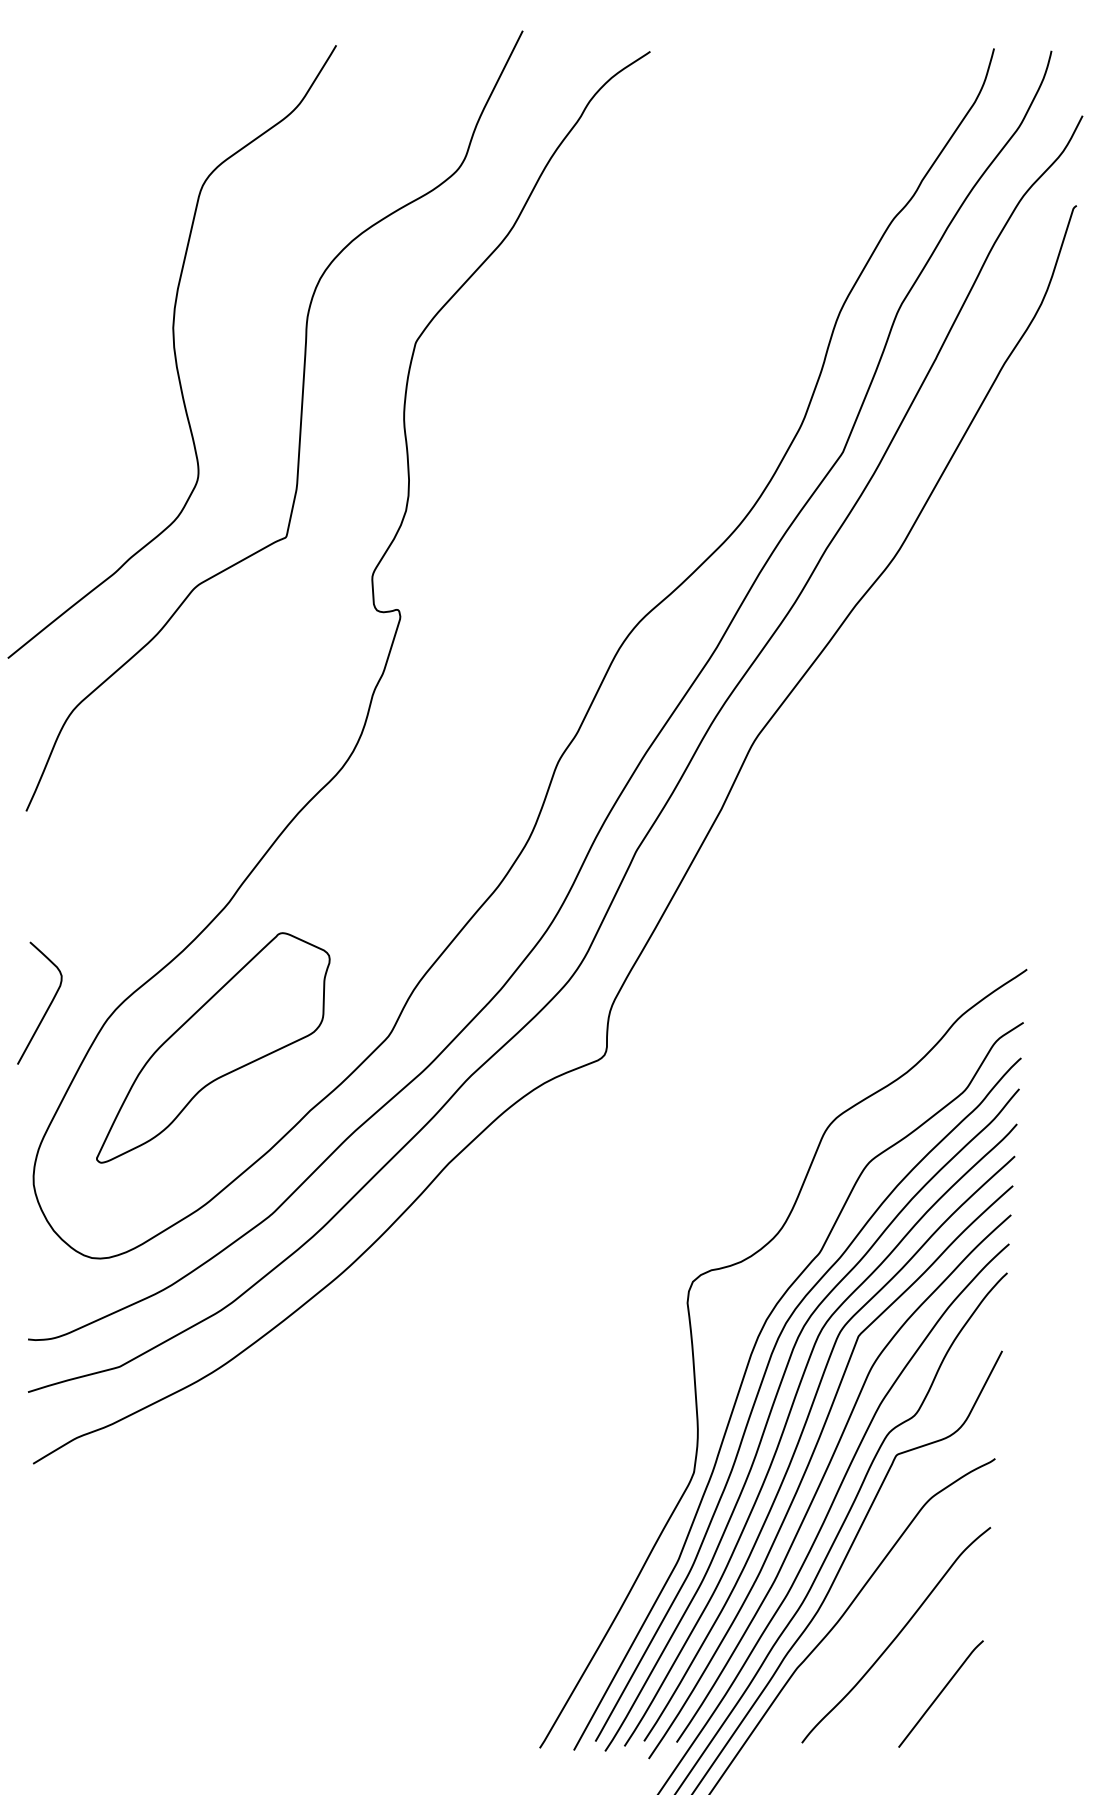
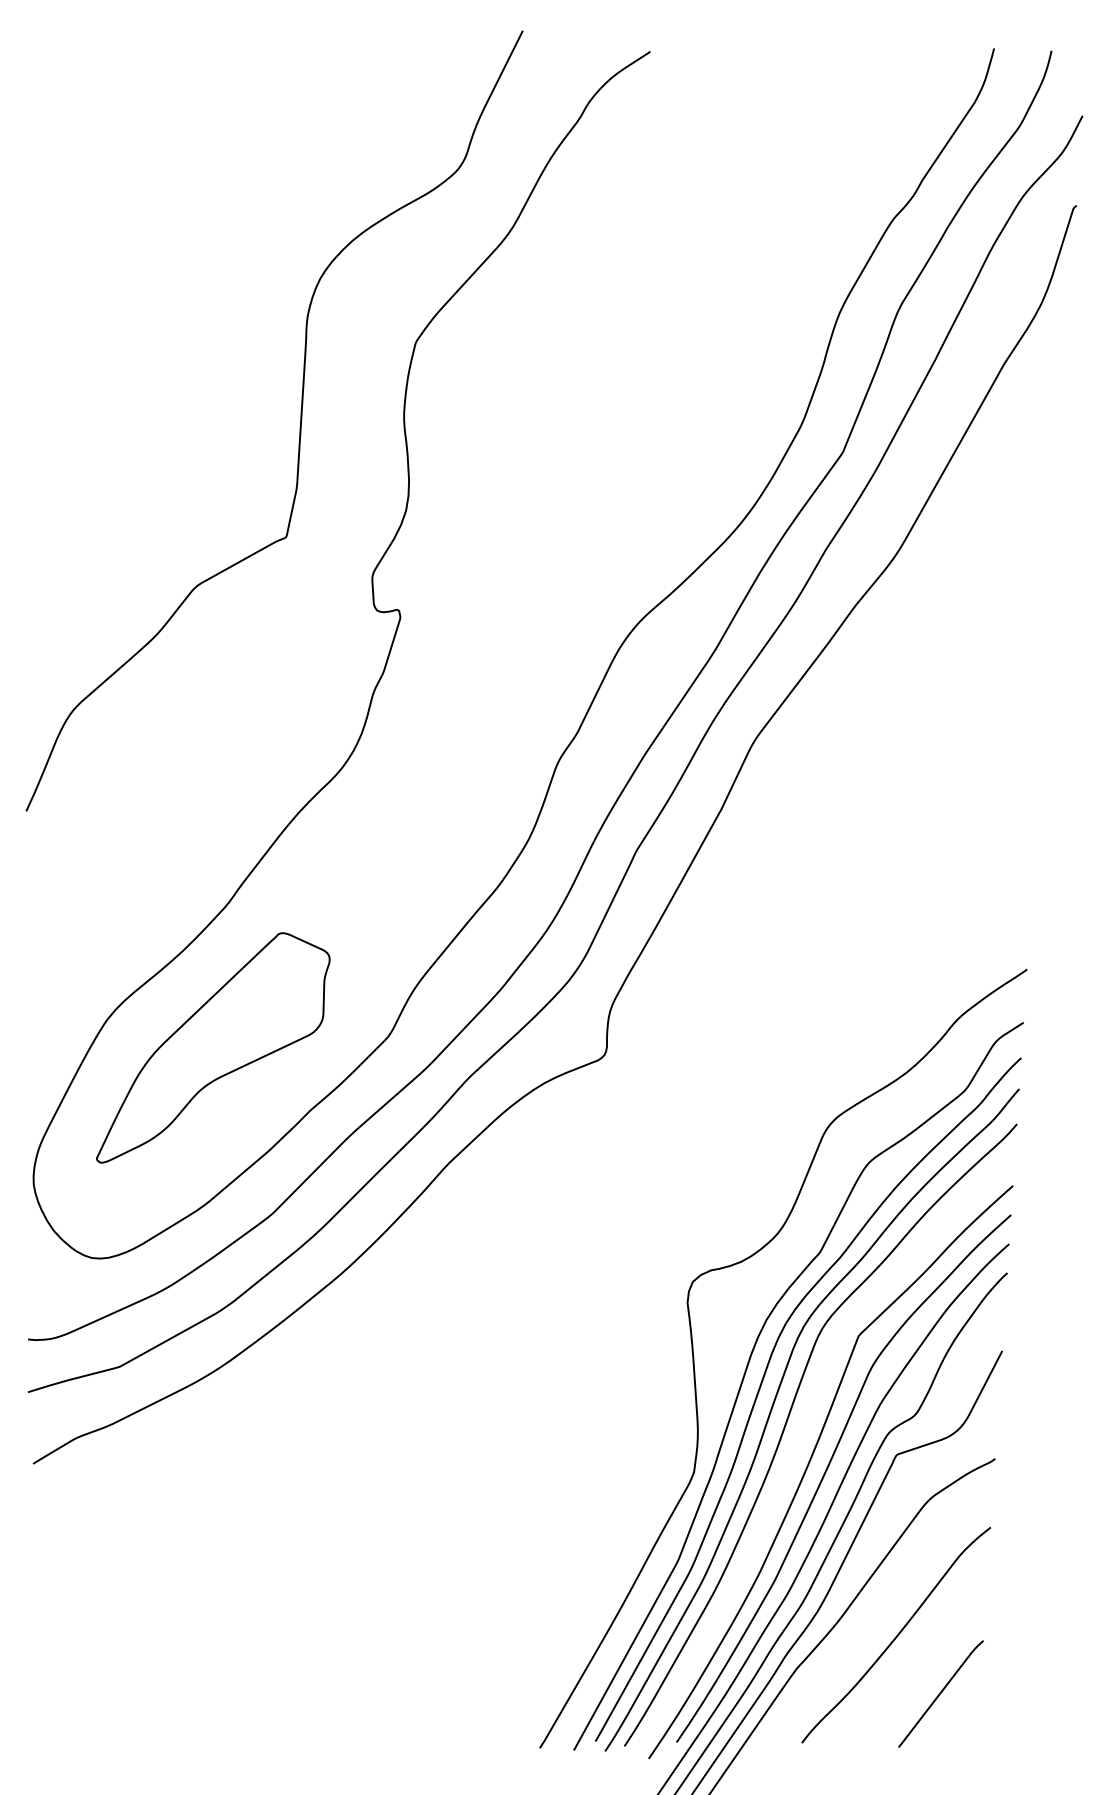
curve at (173, 351): present -> none
curve at (47, 1007): present -> none
curve at (801, 1437): present -> none
